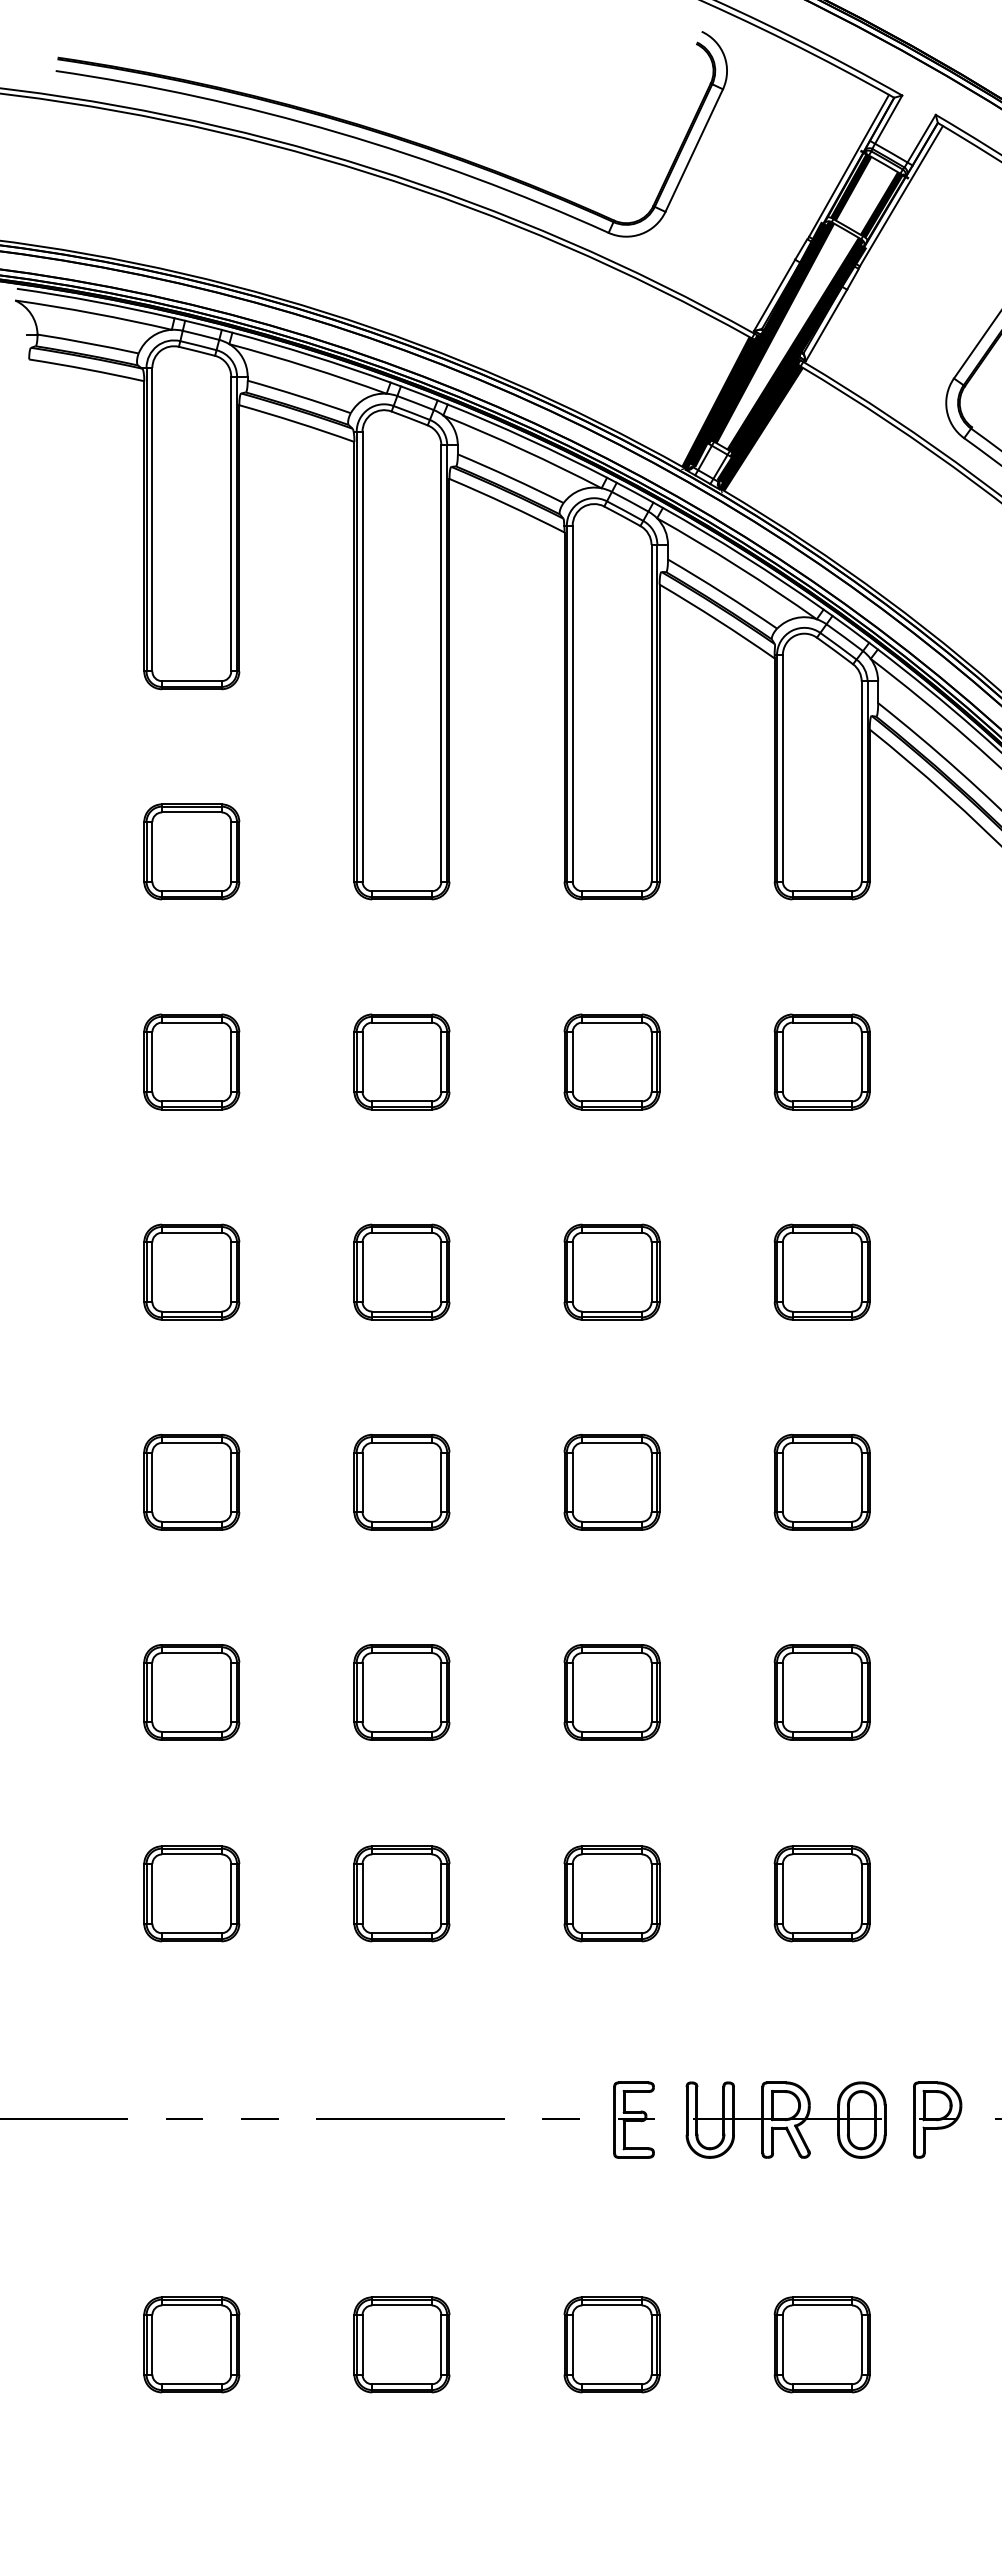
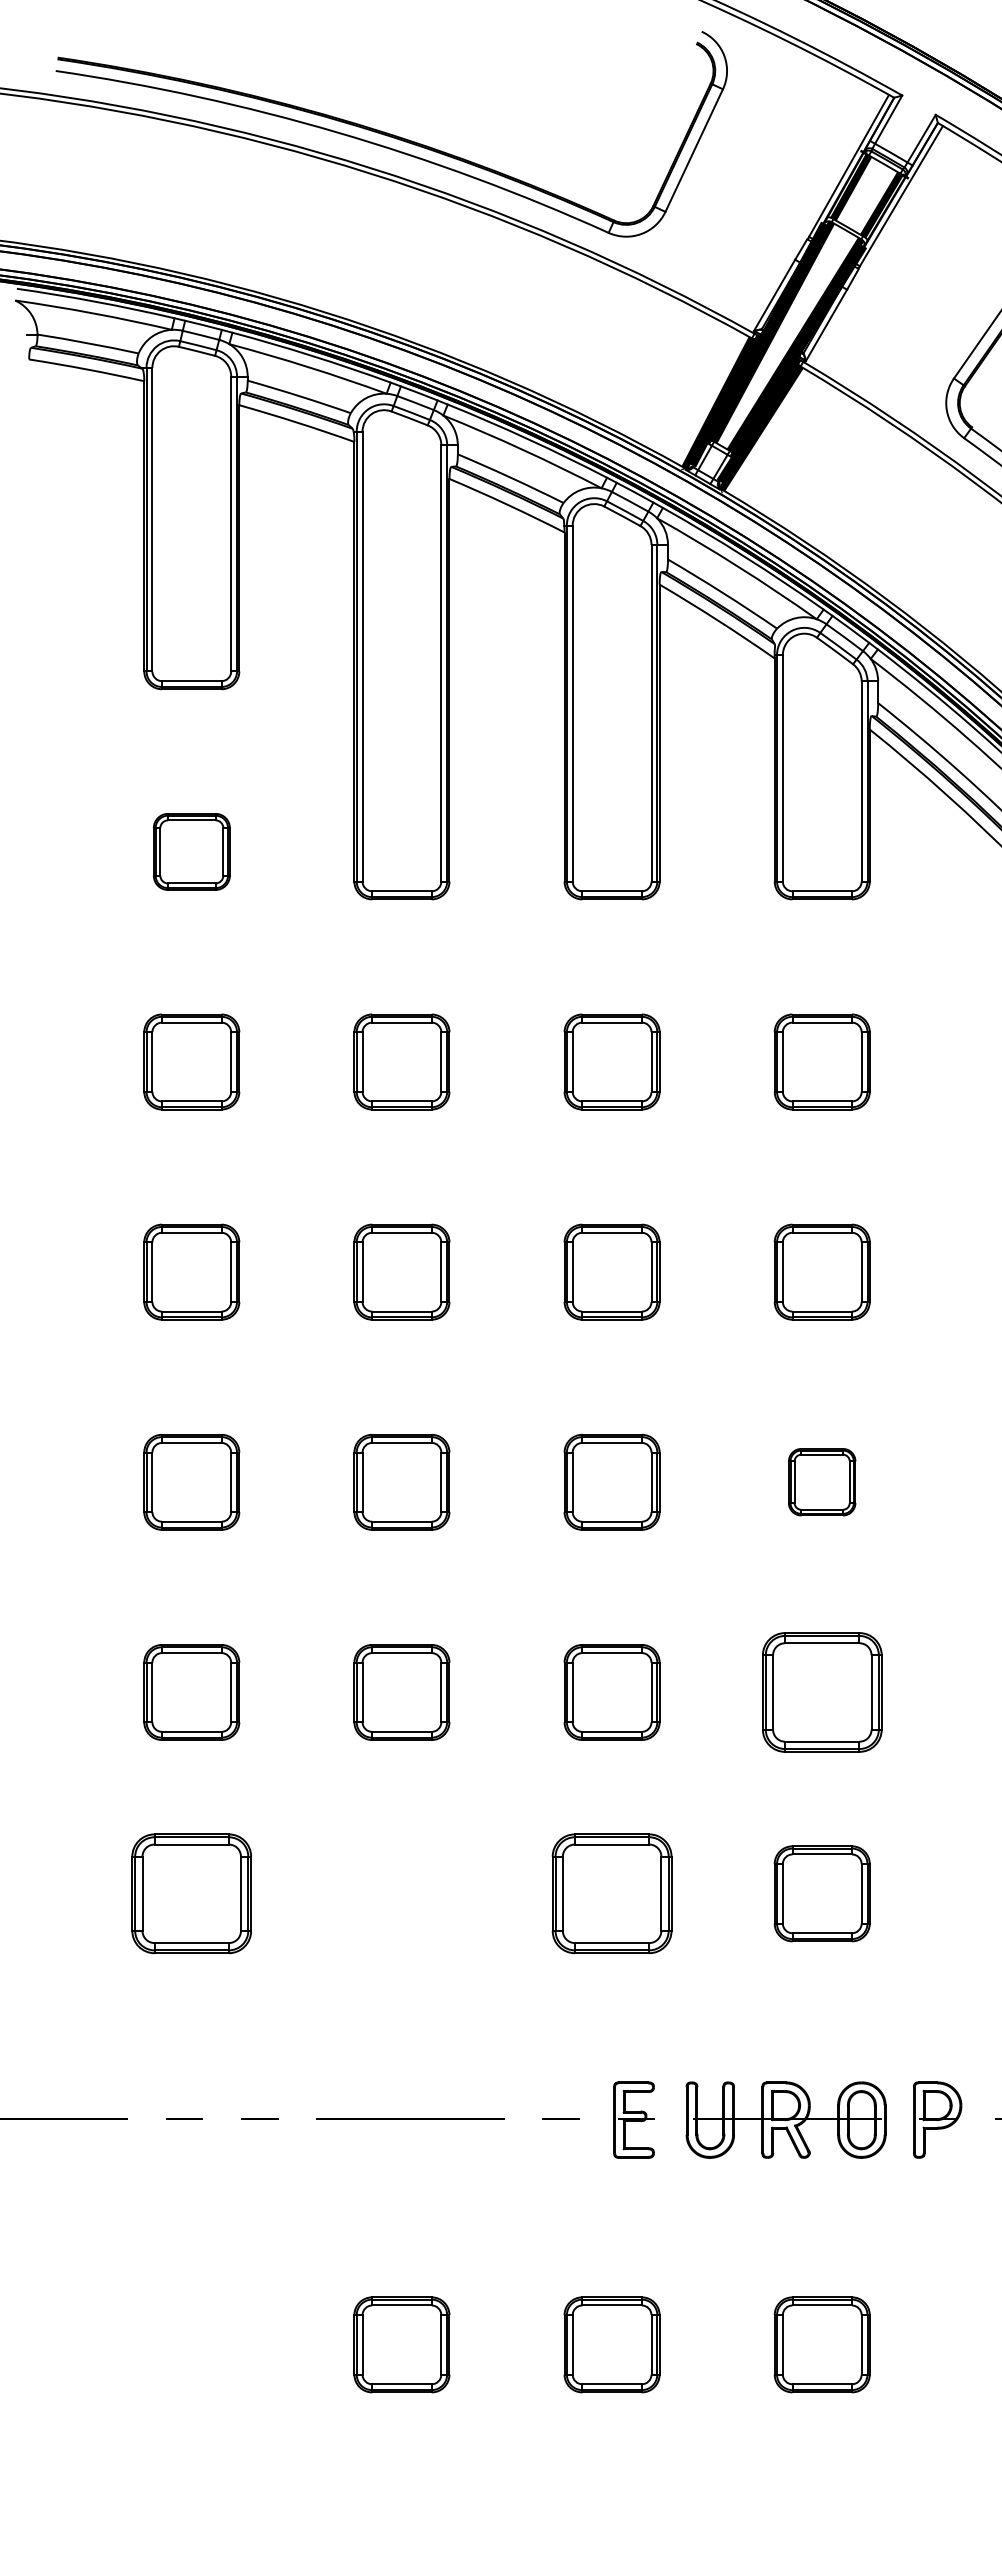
part at (191, 851) size: 98x98 px -> 78x78 px
part at (821, 1481) size: 98x98 px -> 69x69 px
part at (821, 1692) size: 98x97 px -> 121x121 px
part at (191, 1893) size: 98x98 px -> 121x122 px
part at (401, 1893): present -> none
part at (611, 1893) size: 98x98 px -> 122x122 px
part at (191, 2344): present -> none
